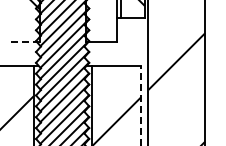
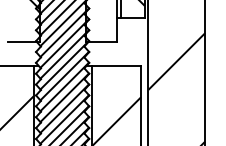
line at (24, 41): dashed -> solid
line at (141, 105): dashed -> solid
